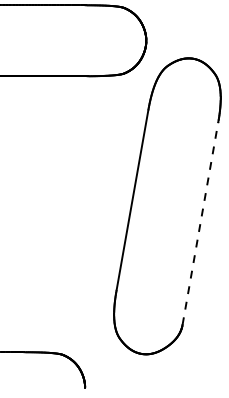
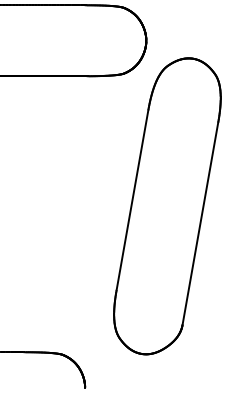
line at (200, 223): dashed -> solid
